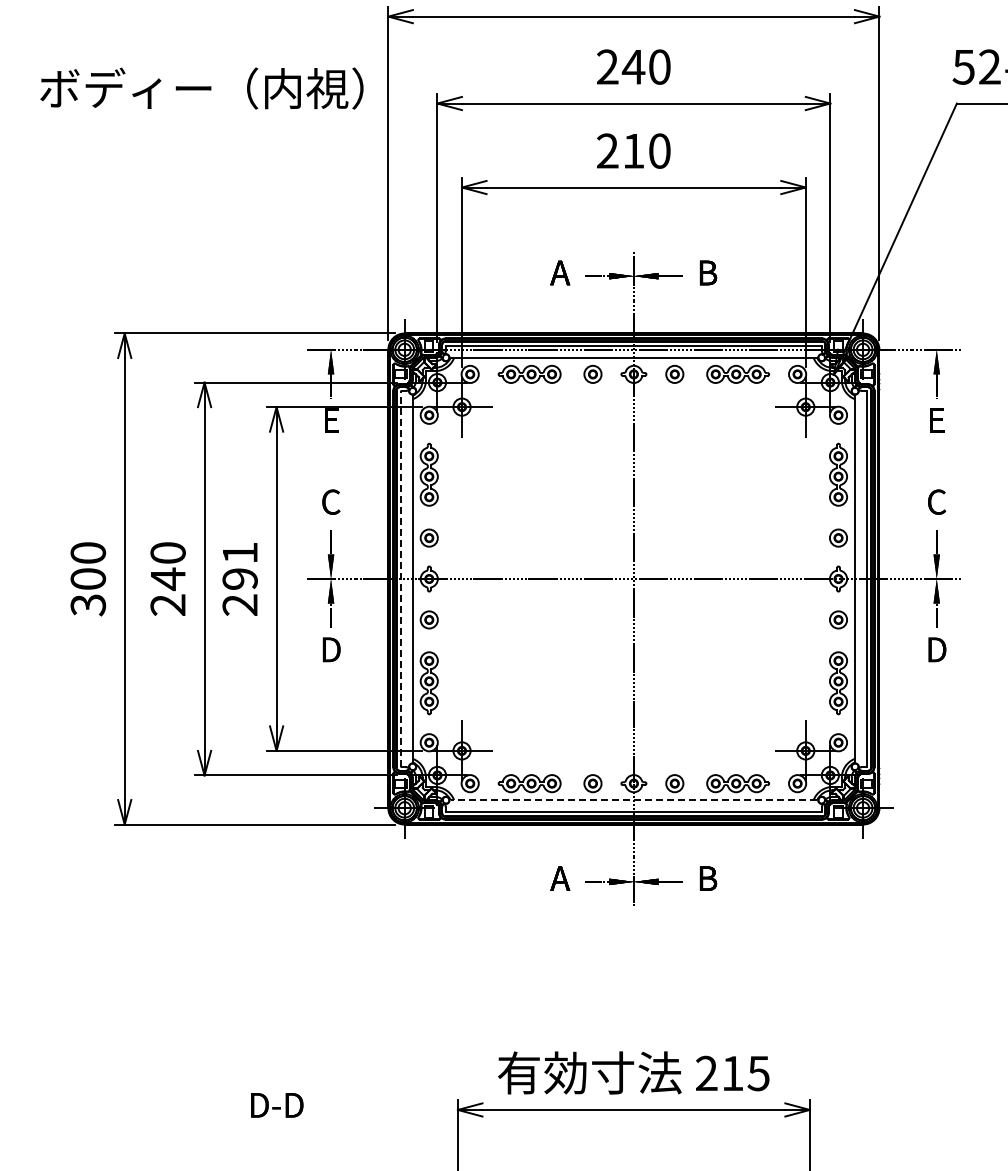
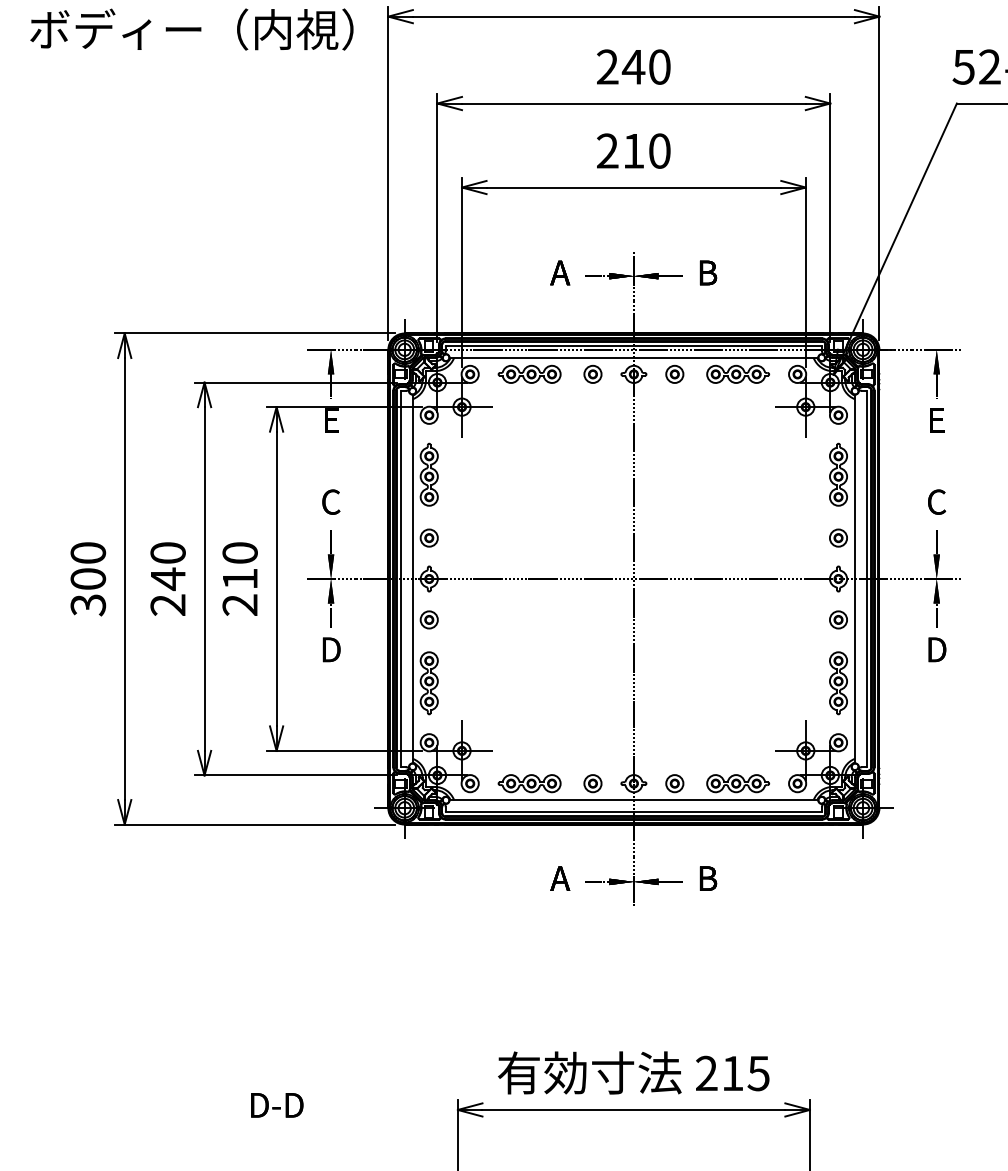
text at (201, 88) position: (201, 88) -> (191, 29)
text at (239, 565): 291 -> 210
line at (401, 579): dashed -> solid
line at (633, 800): dashed -> solid
